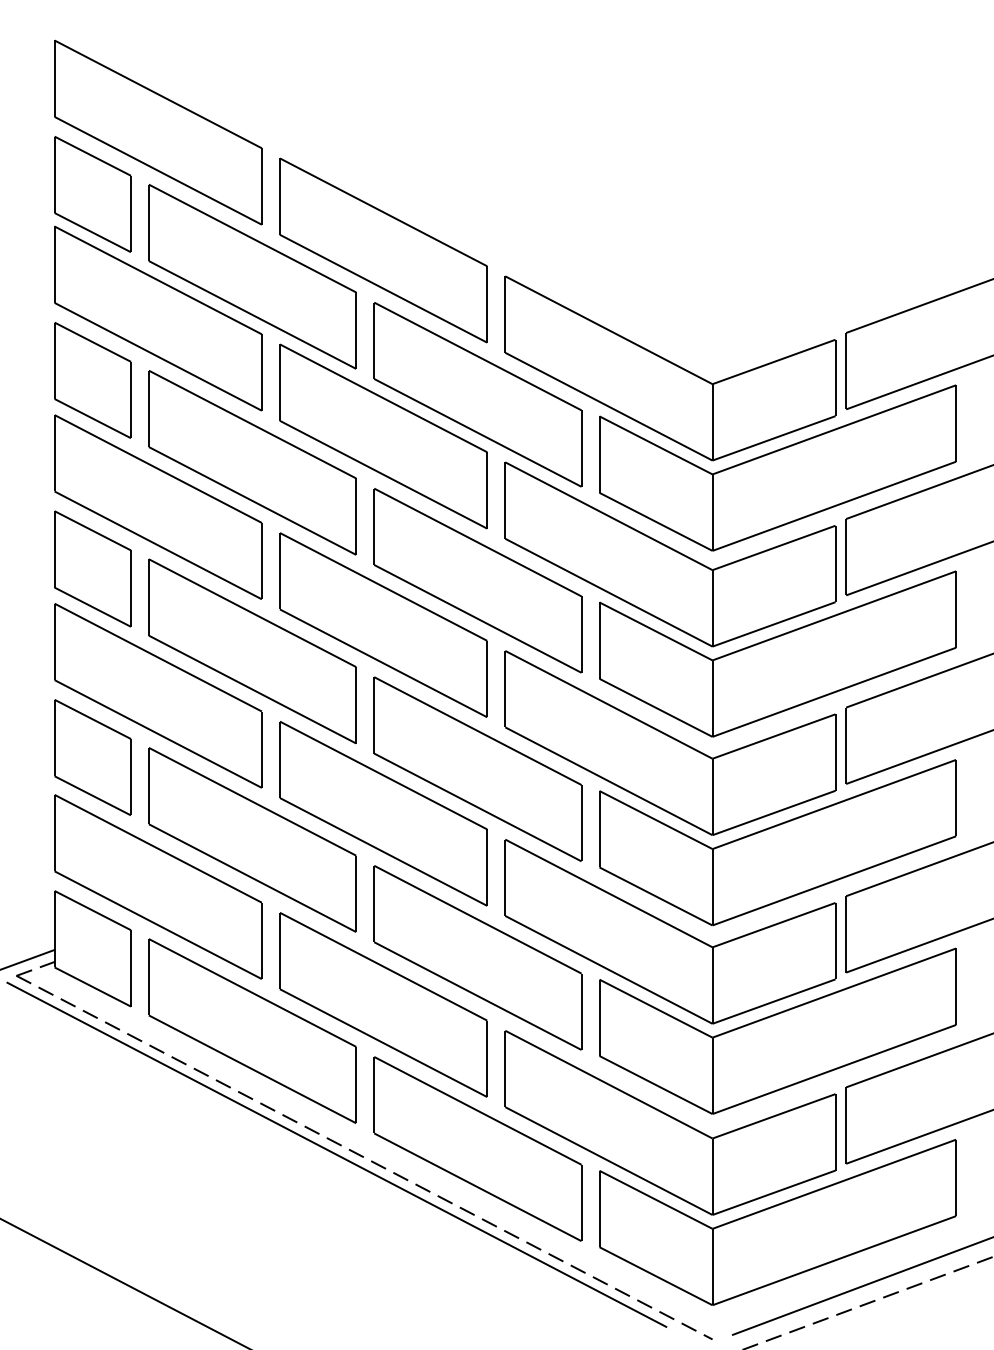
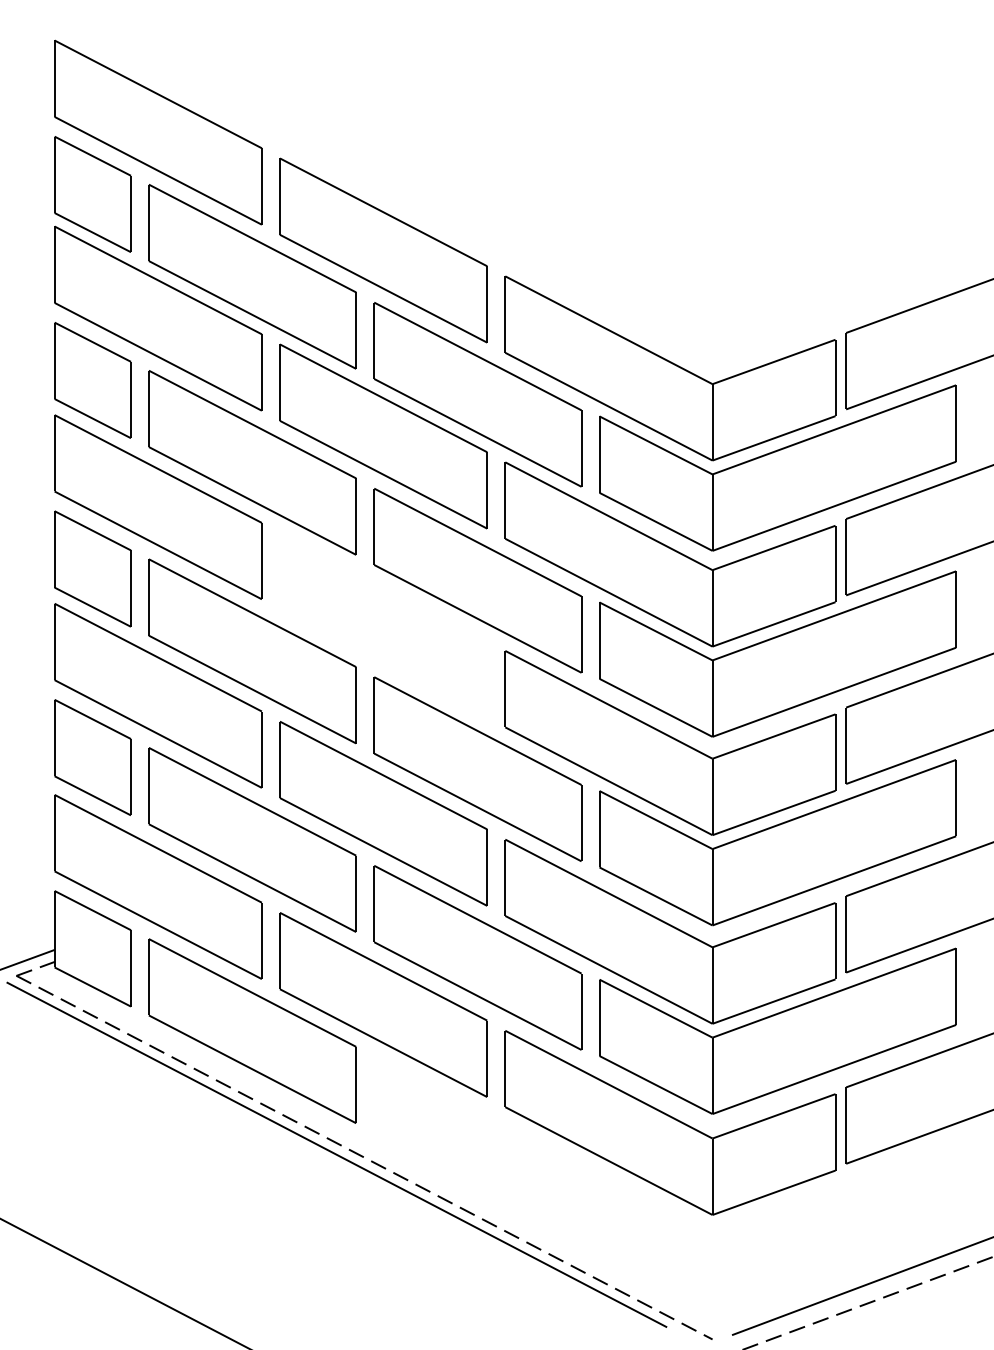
part at (383, 624): present -> none
part at (477, 1148): present -> none
part at (777, 1222): present -> none
